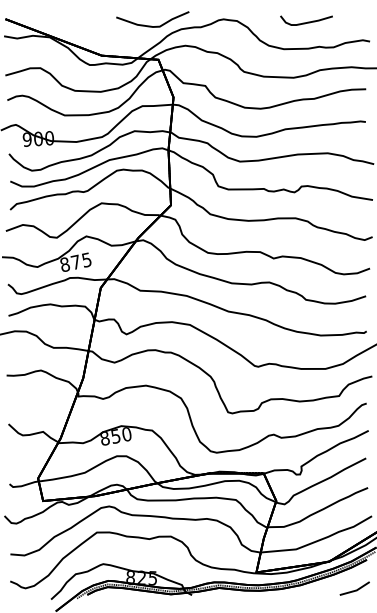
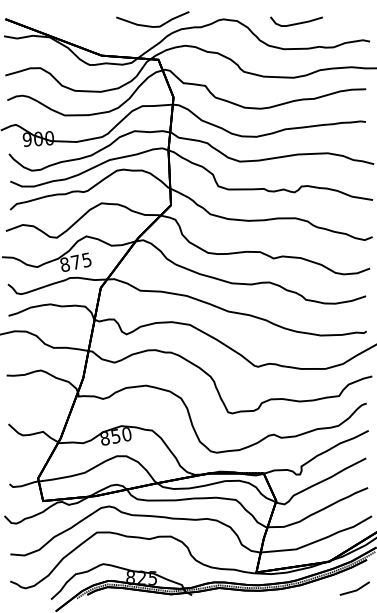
curve at (307, 21) position: (307, 21) -> (297, 22)
